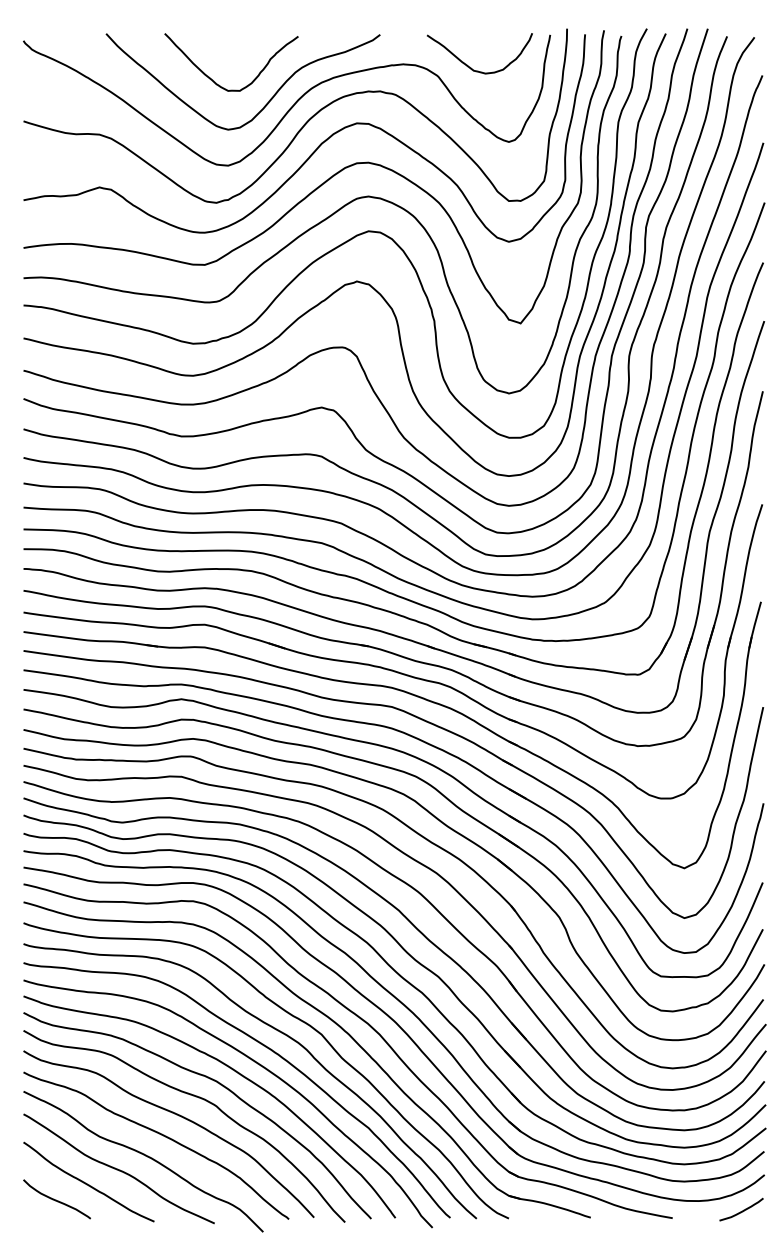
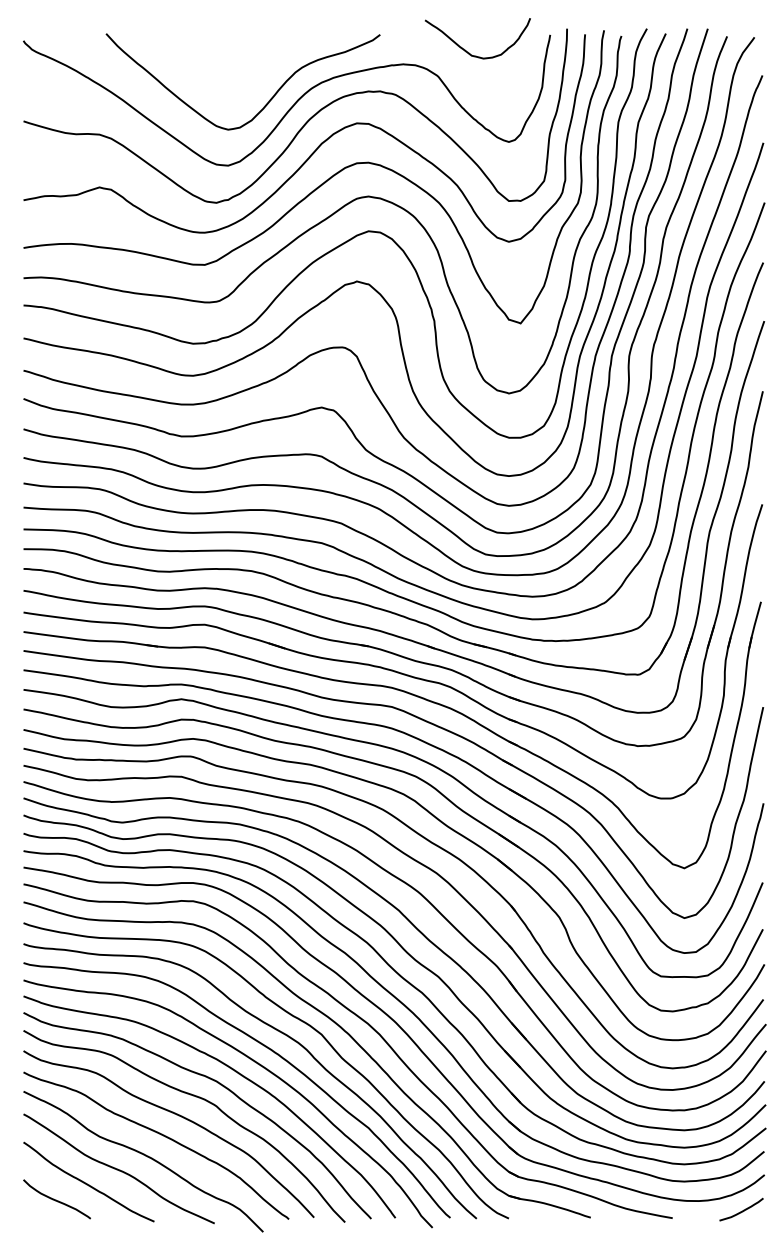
curve at (471, 67) position: (471, 67) -> (469, 52)
curve at (215, 81): present -> none
